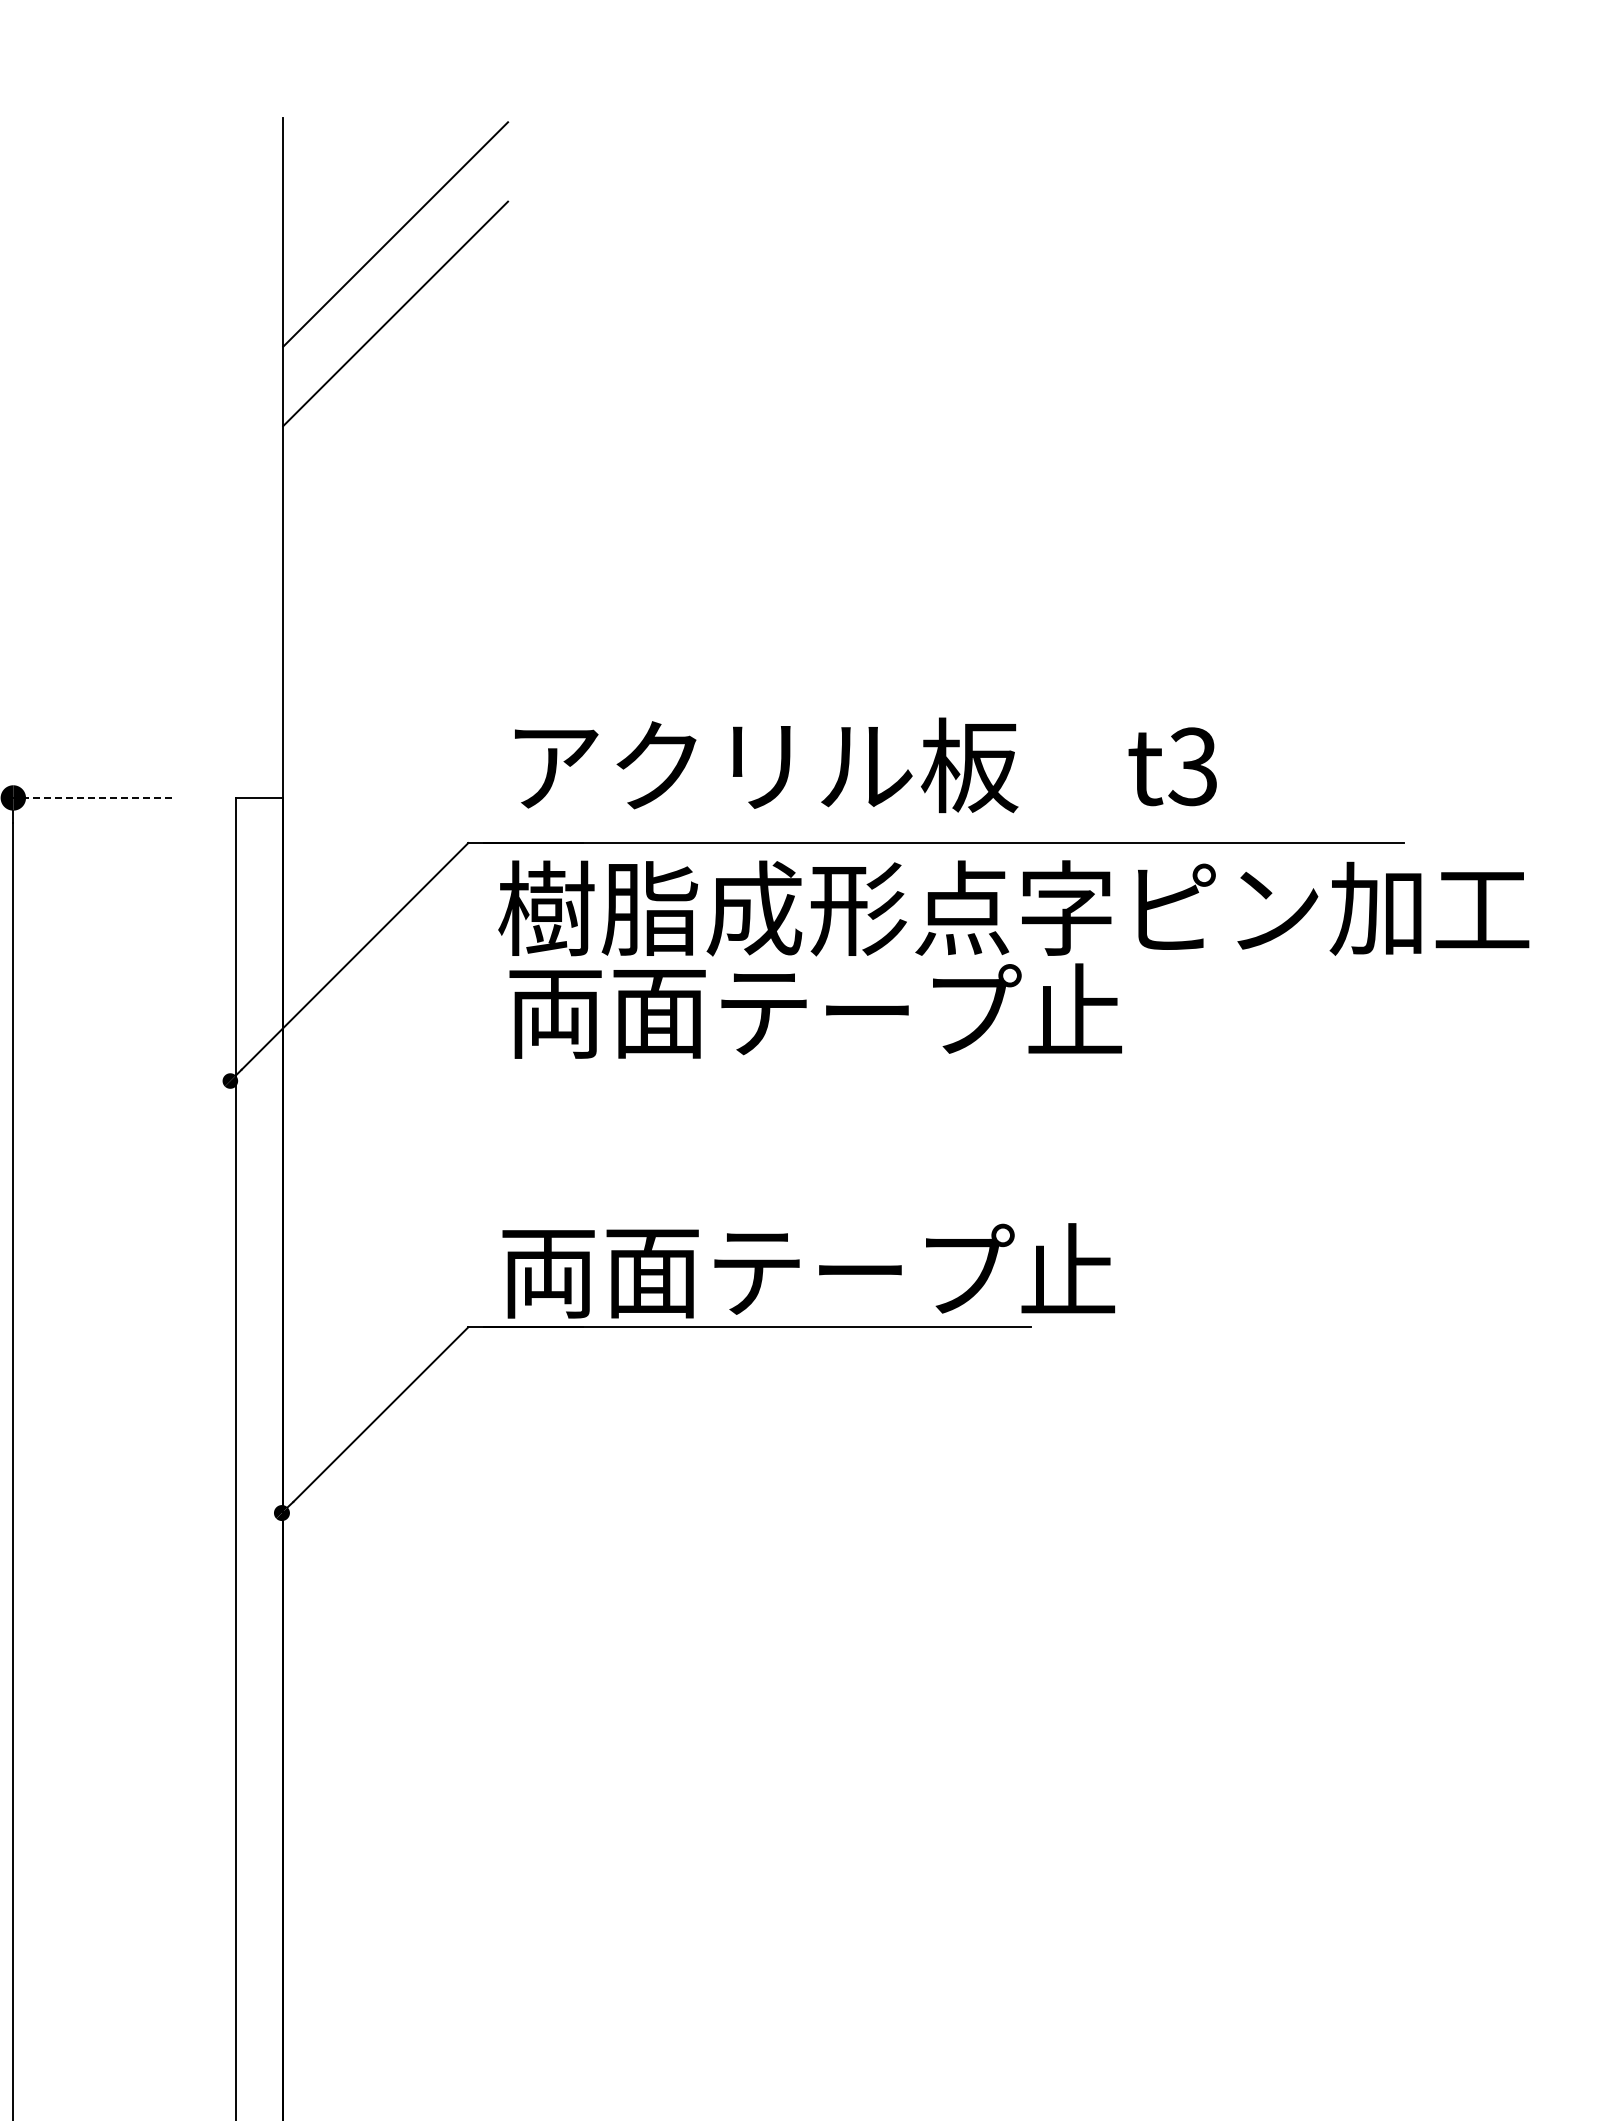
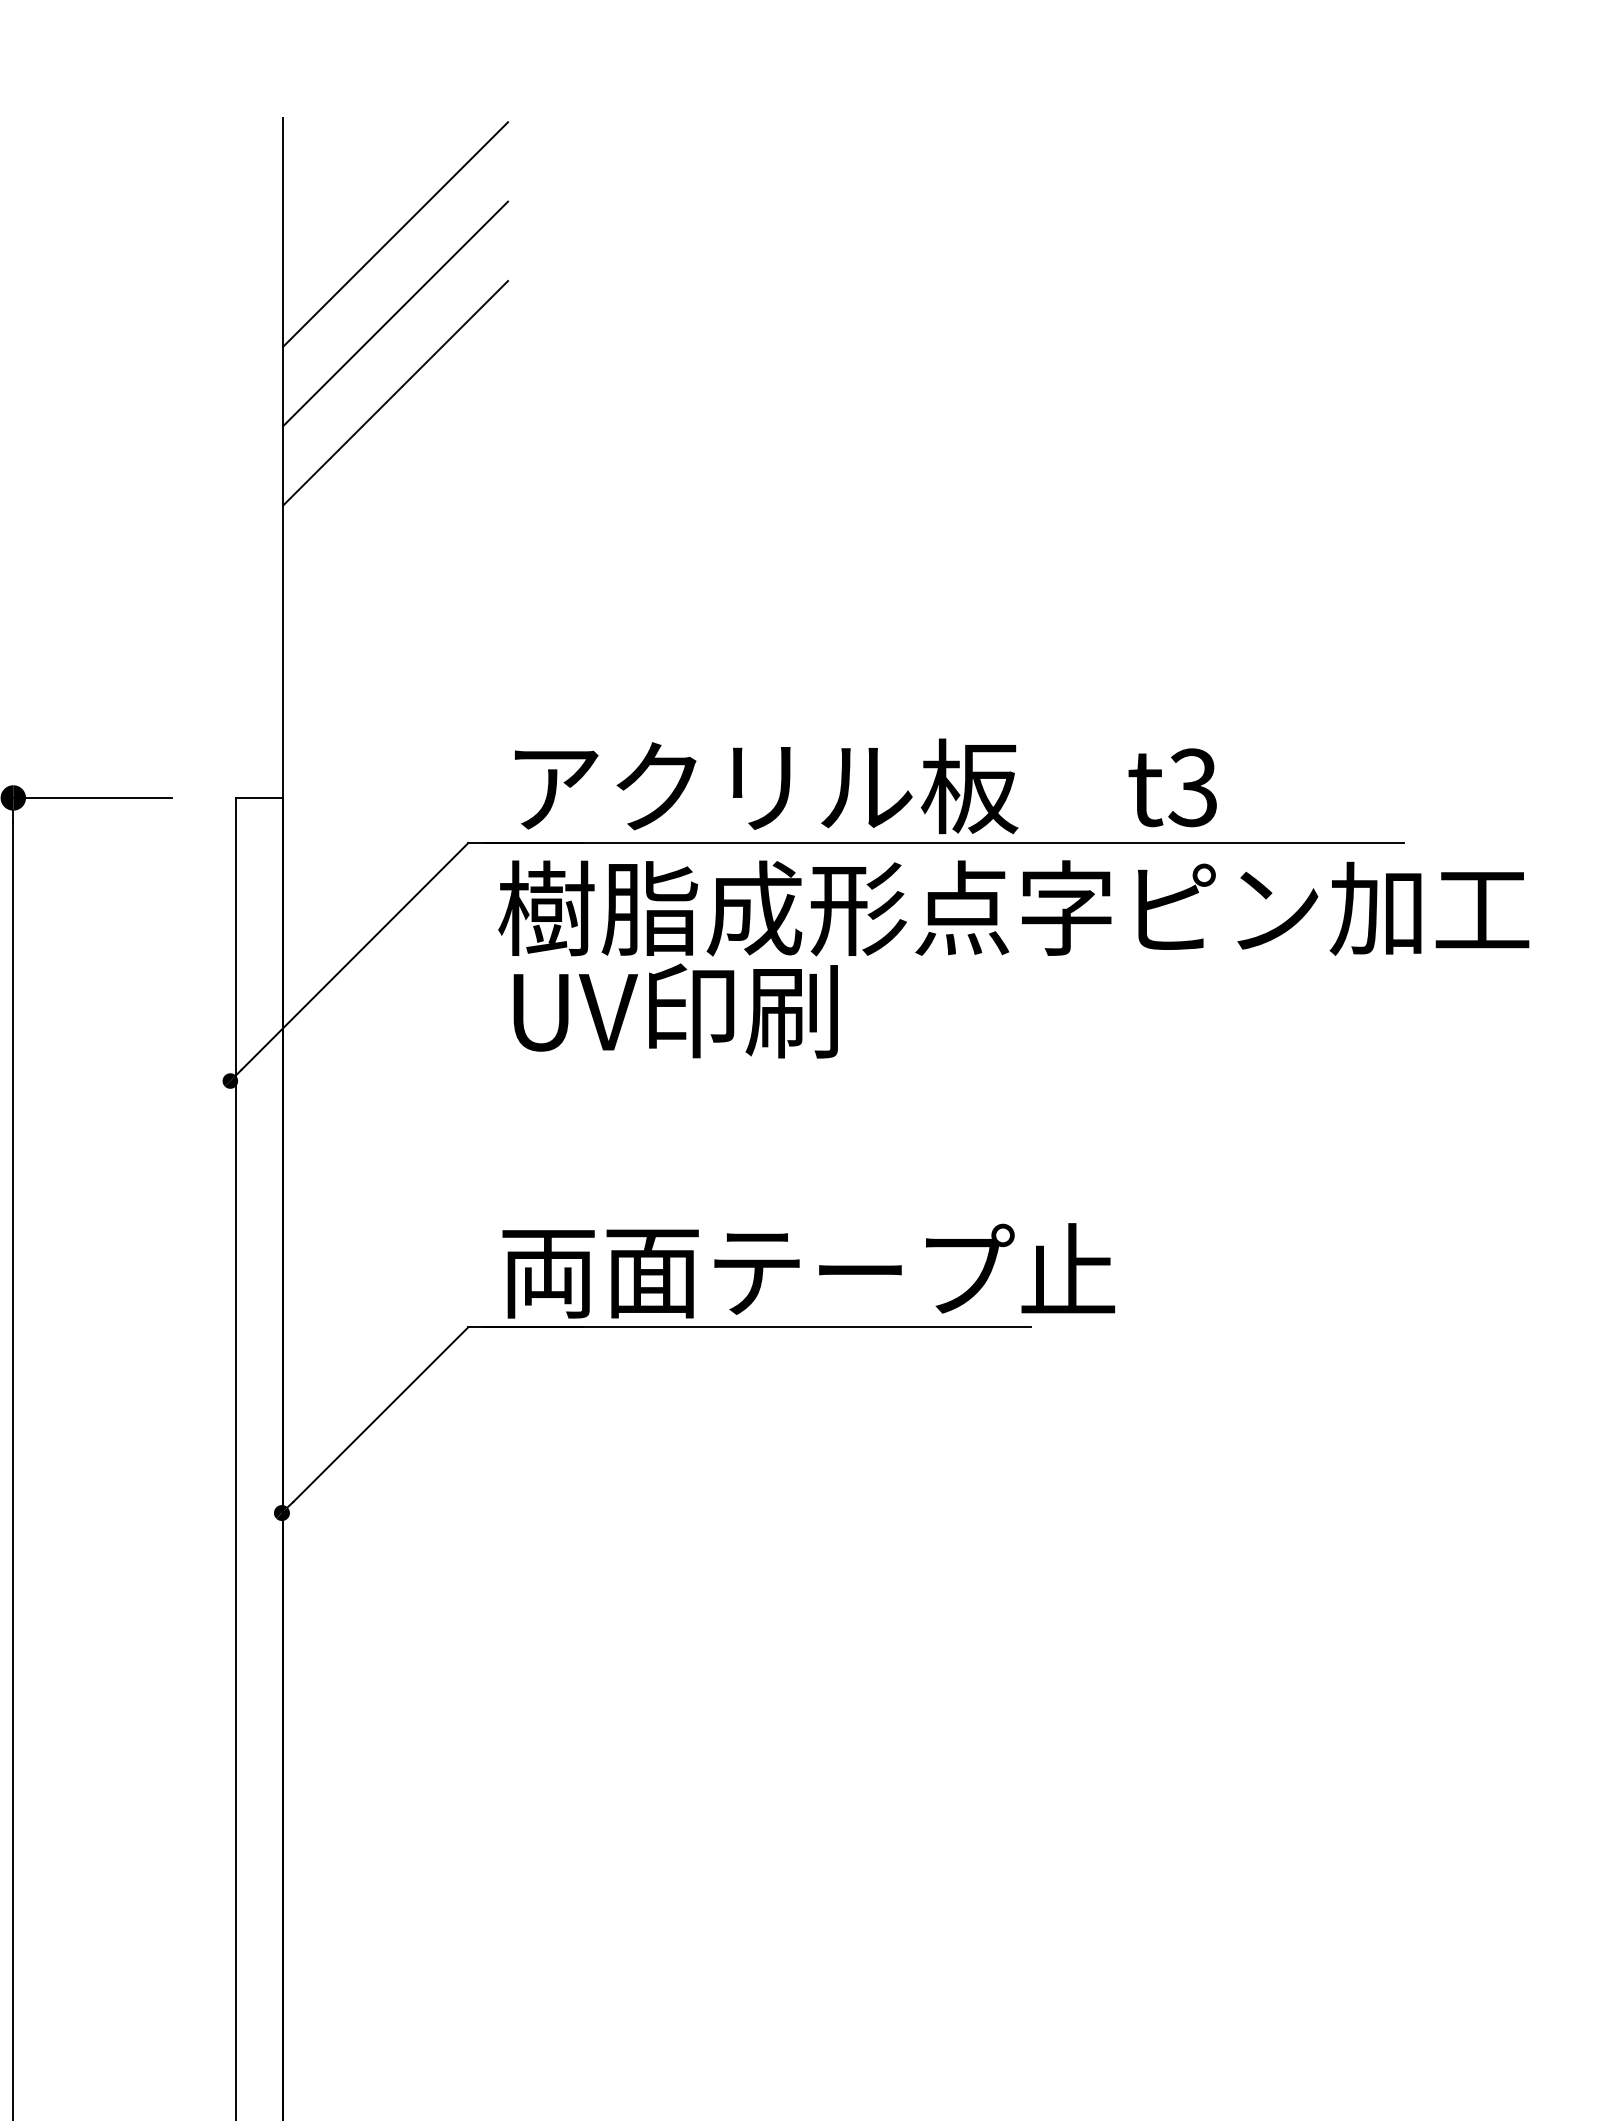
line at (395, 393): none -> present
text at (865, 765) position: (865, 765) -> (865, 786)
line at (92, 797): dashed -> solid
text at (815, 1010): 両面テープ止 -> UV印刷
